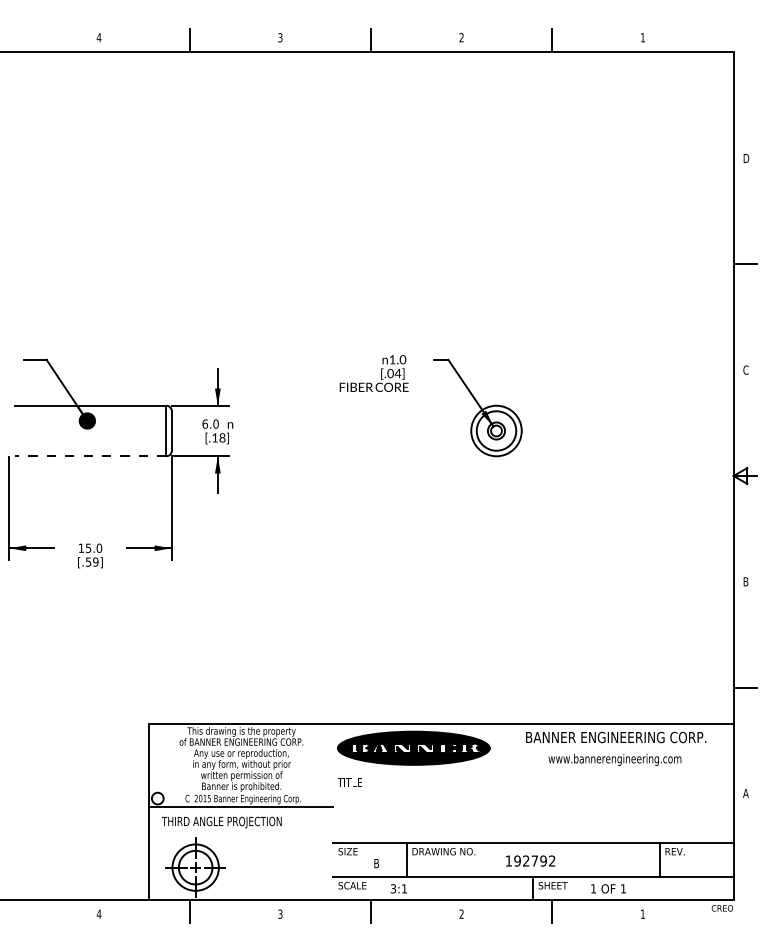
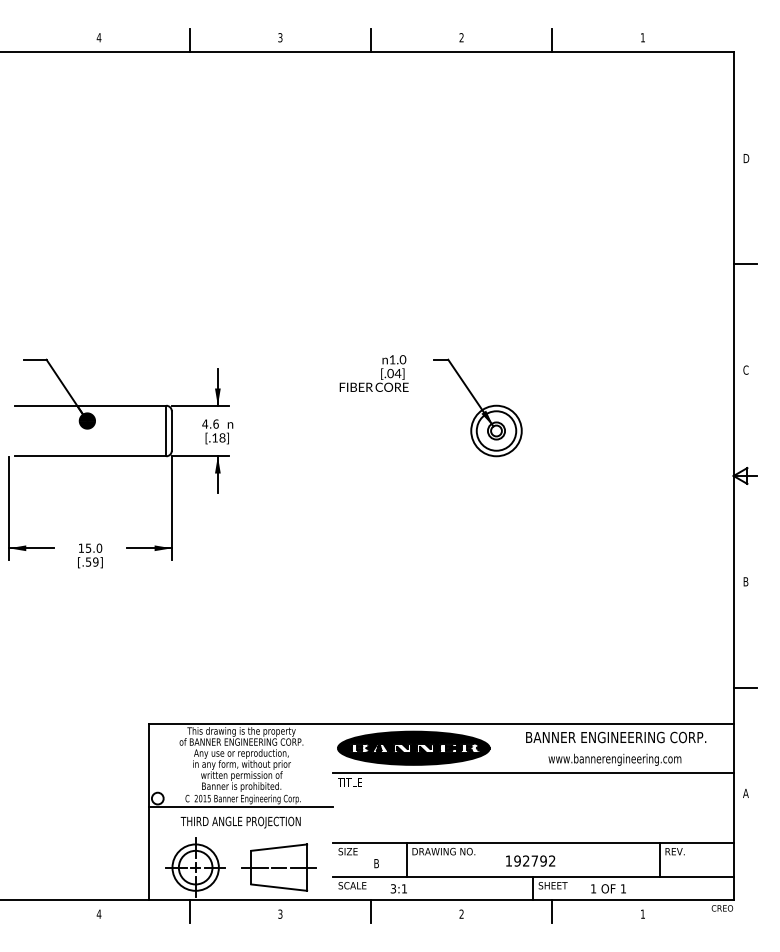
text at (210, 423): 6.0 -> 4.6
line at (90, 456): dashed -> solid
line at (533, 773): none -> present
text at (221, 822) position: (221, 822) -> (240, 822)
part at (278, 867): none -> present
